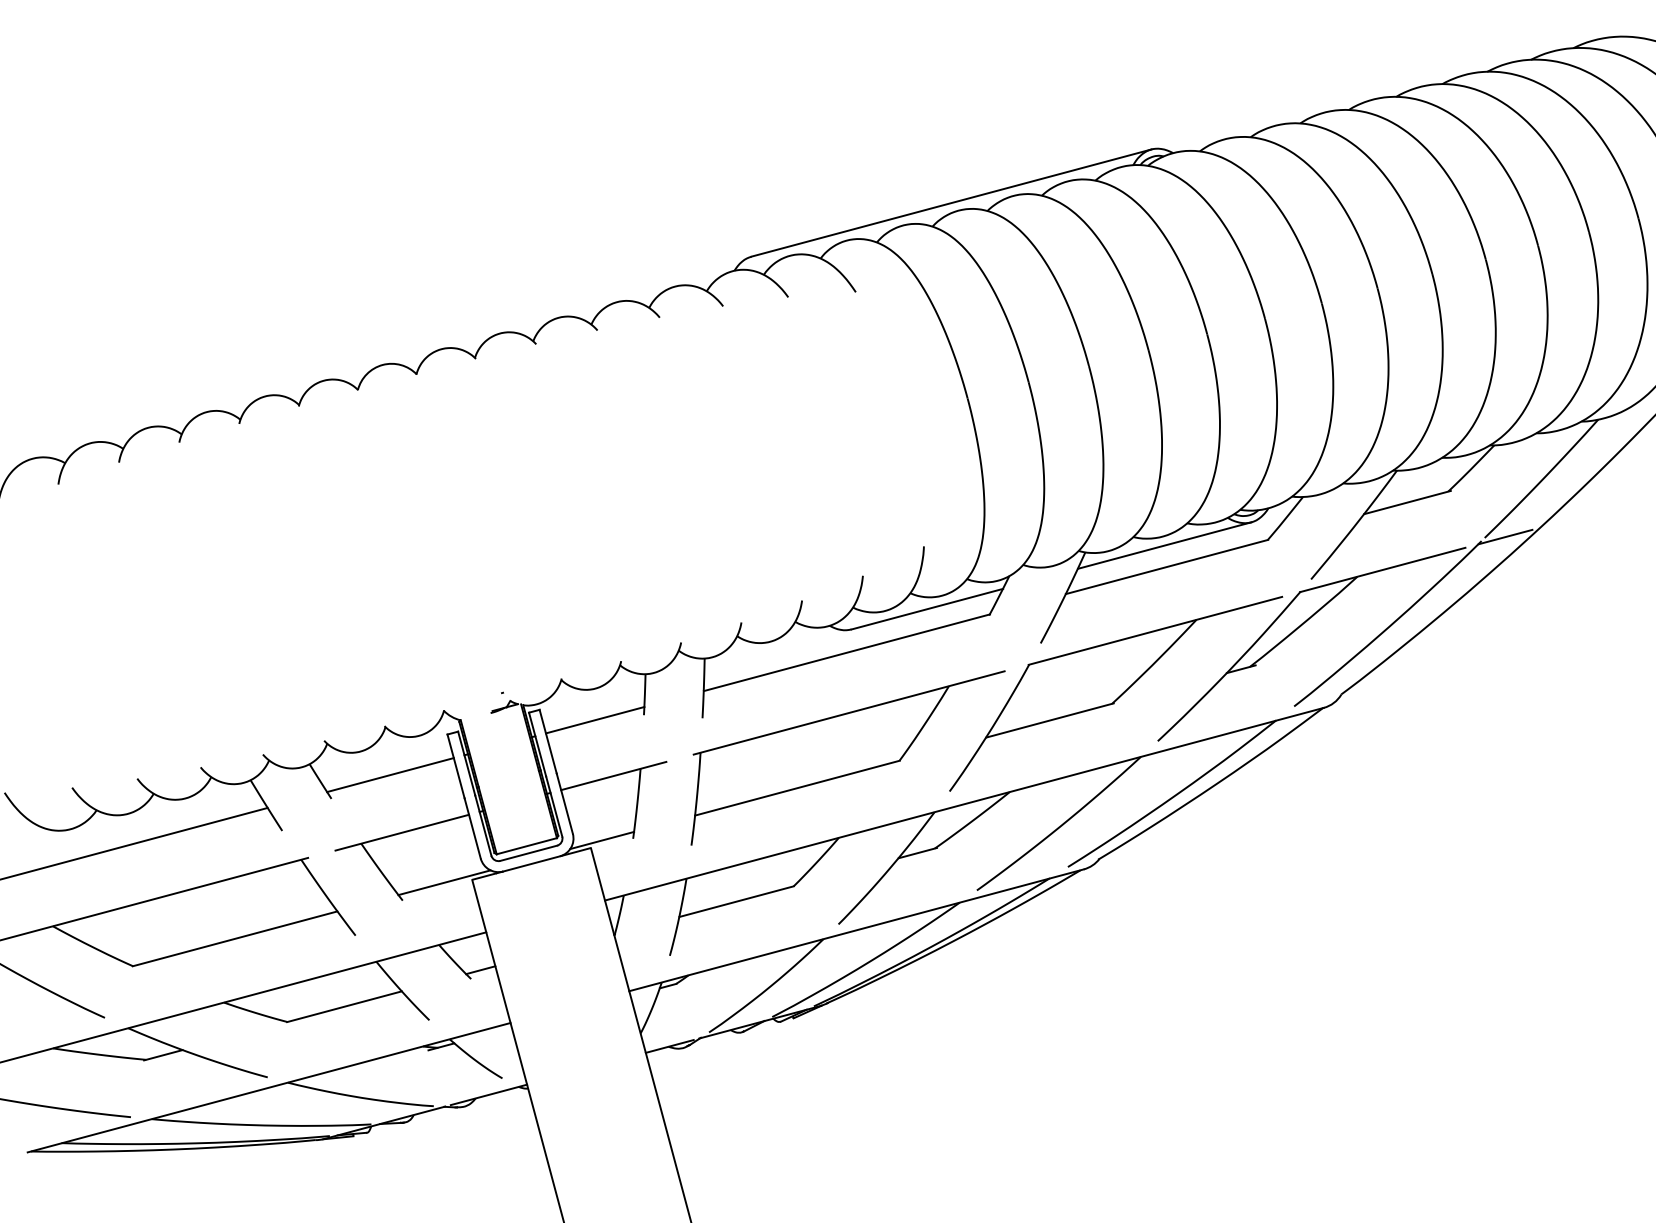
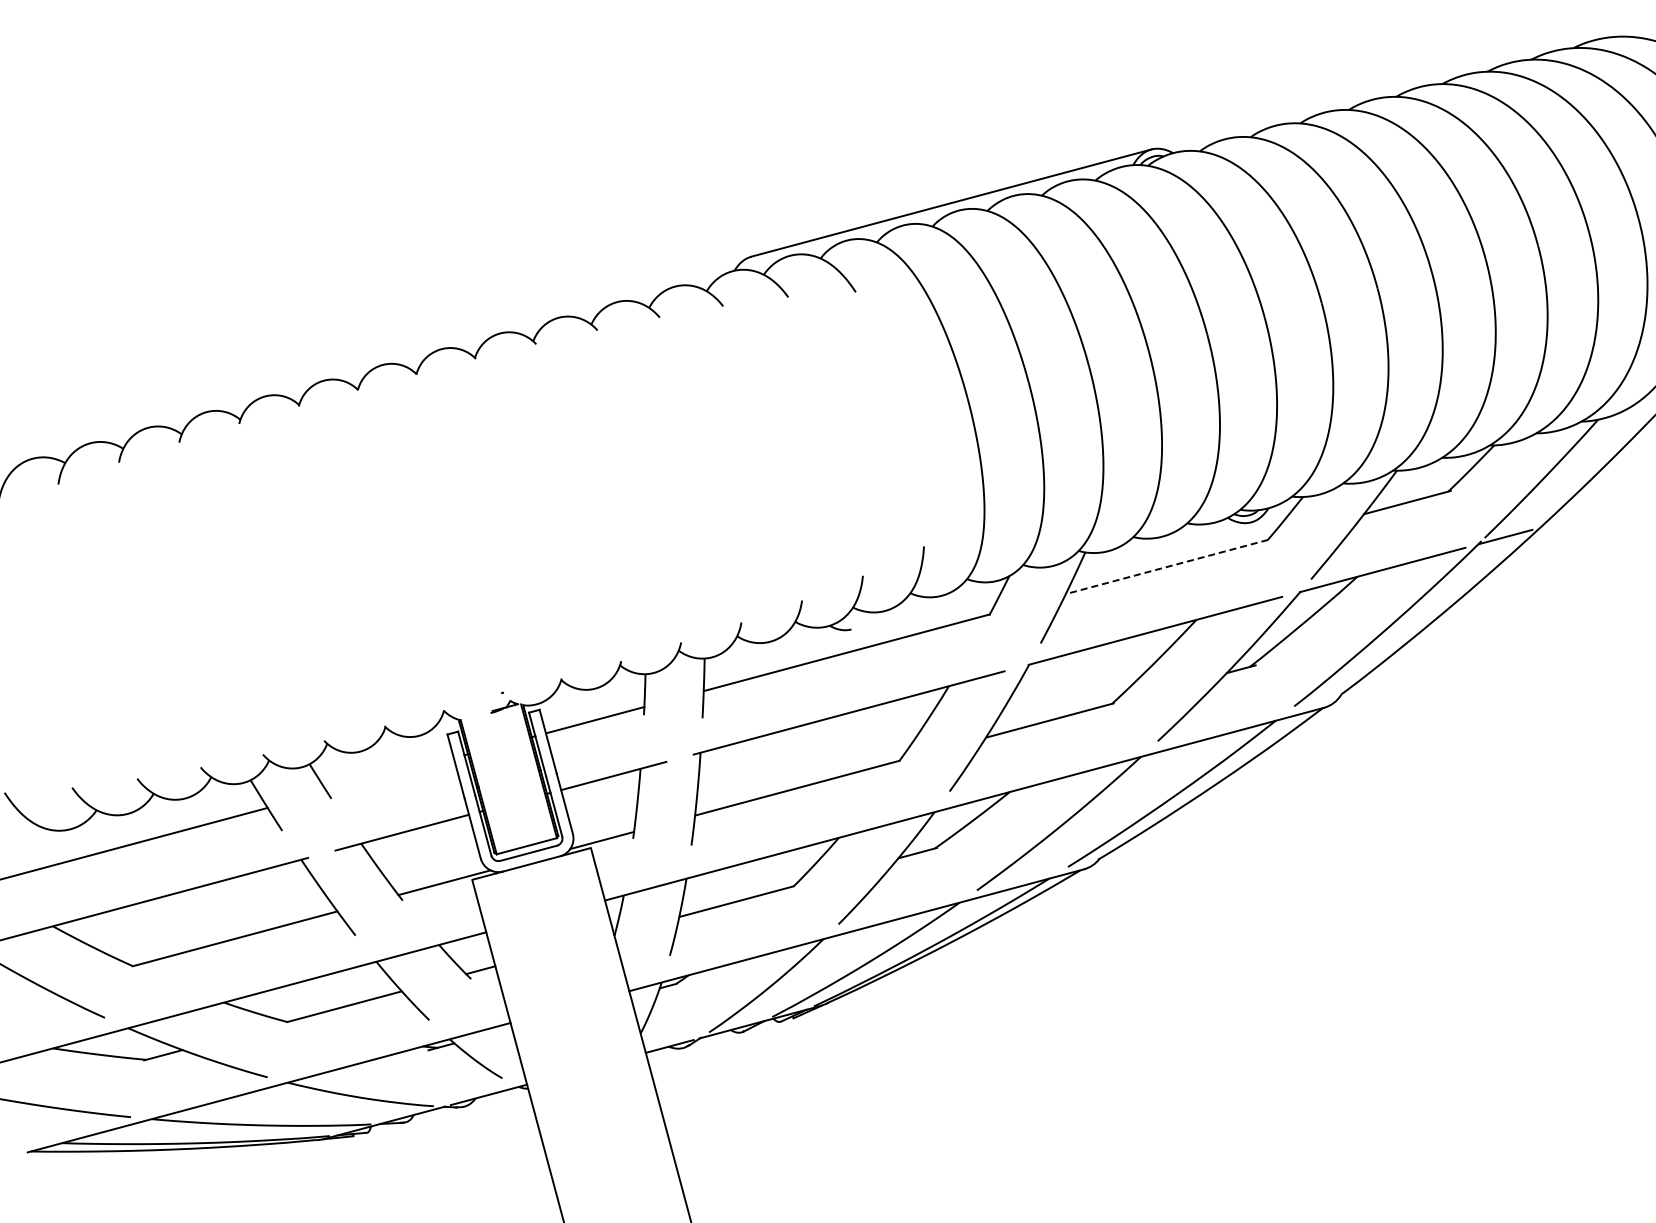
line at (1164, 545): present -> none
line at (1167, 567): solid -> dashed
line at (927, 608): present -> none
line at (390, 775): present -> none
